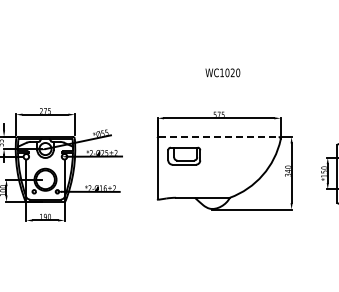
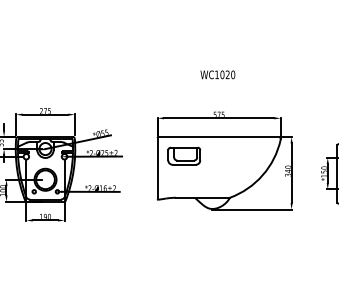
text at (222, 72) position: (222, 72) -> (217, 74)
line at (218, 137): dashed -> solid
